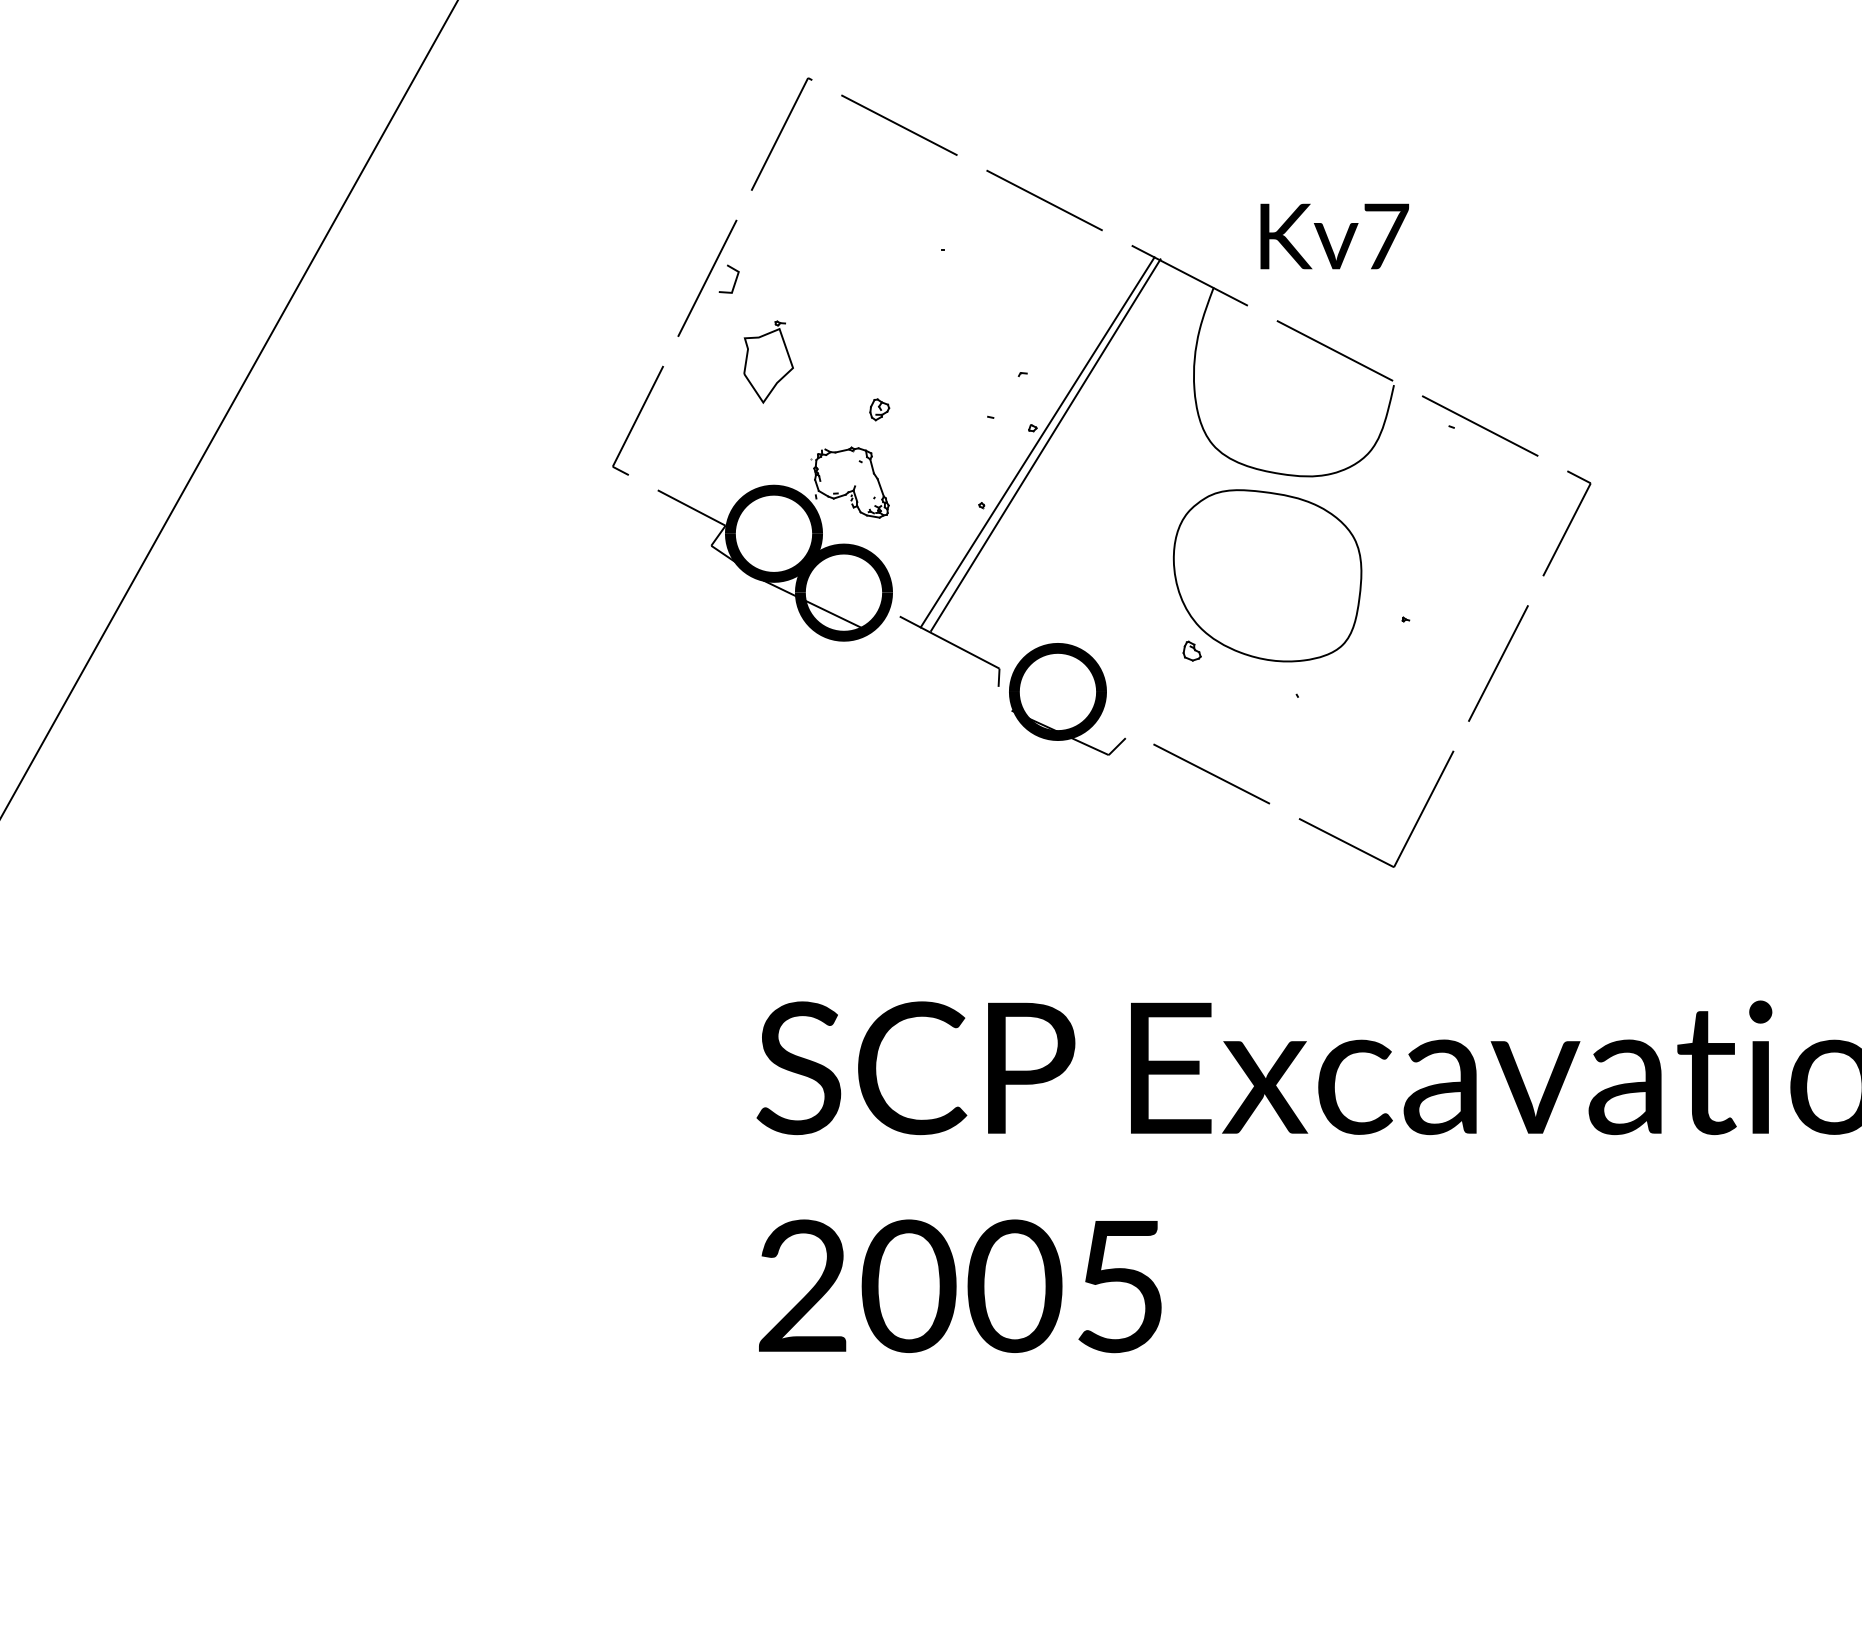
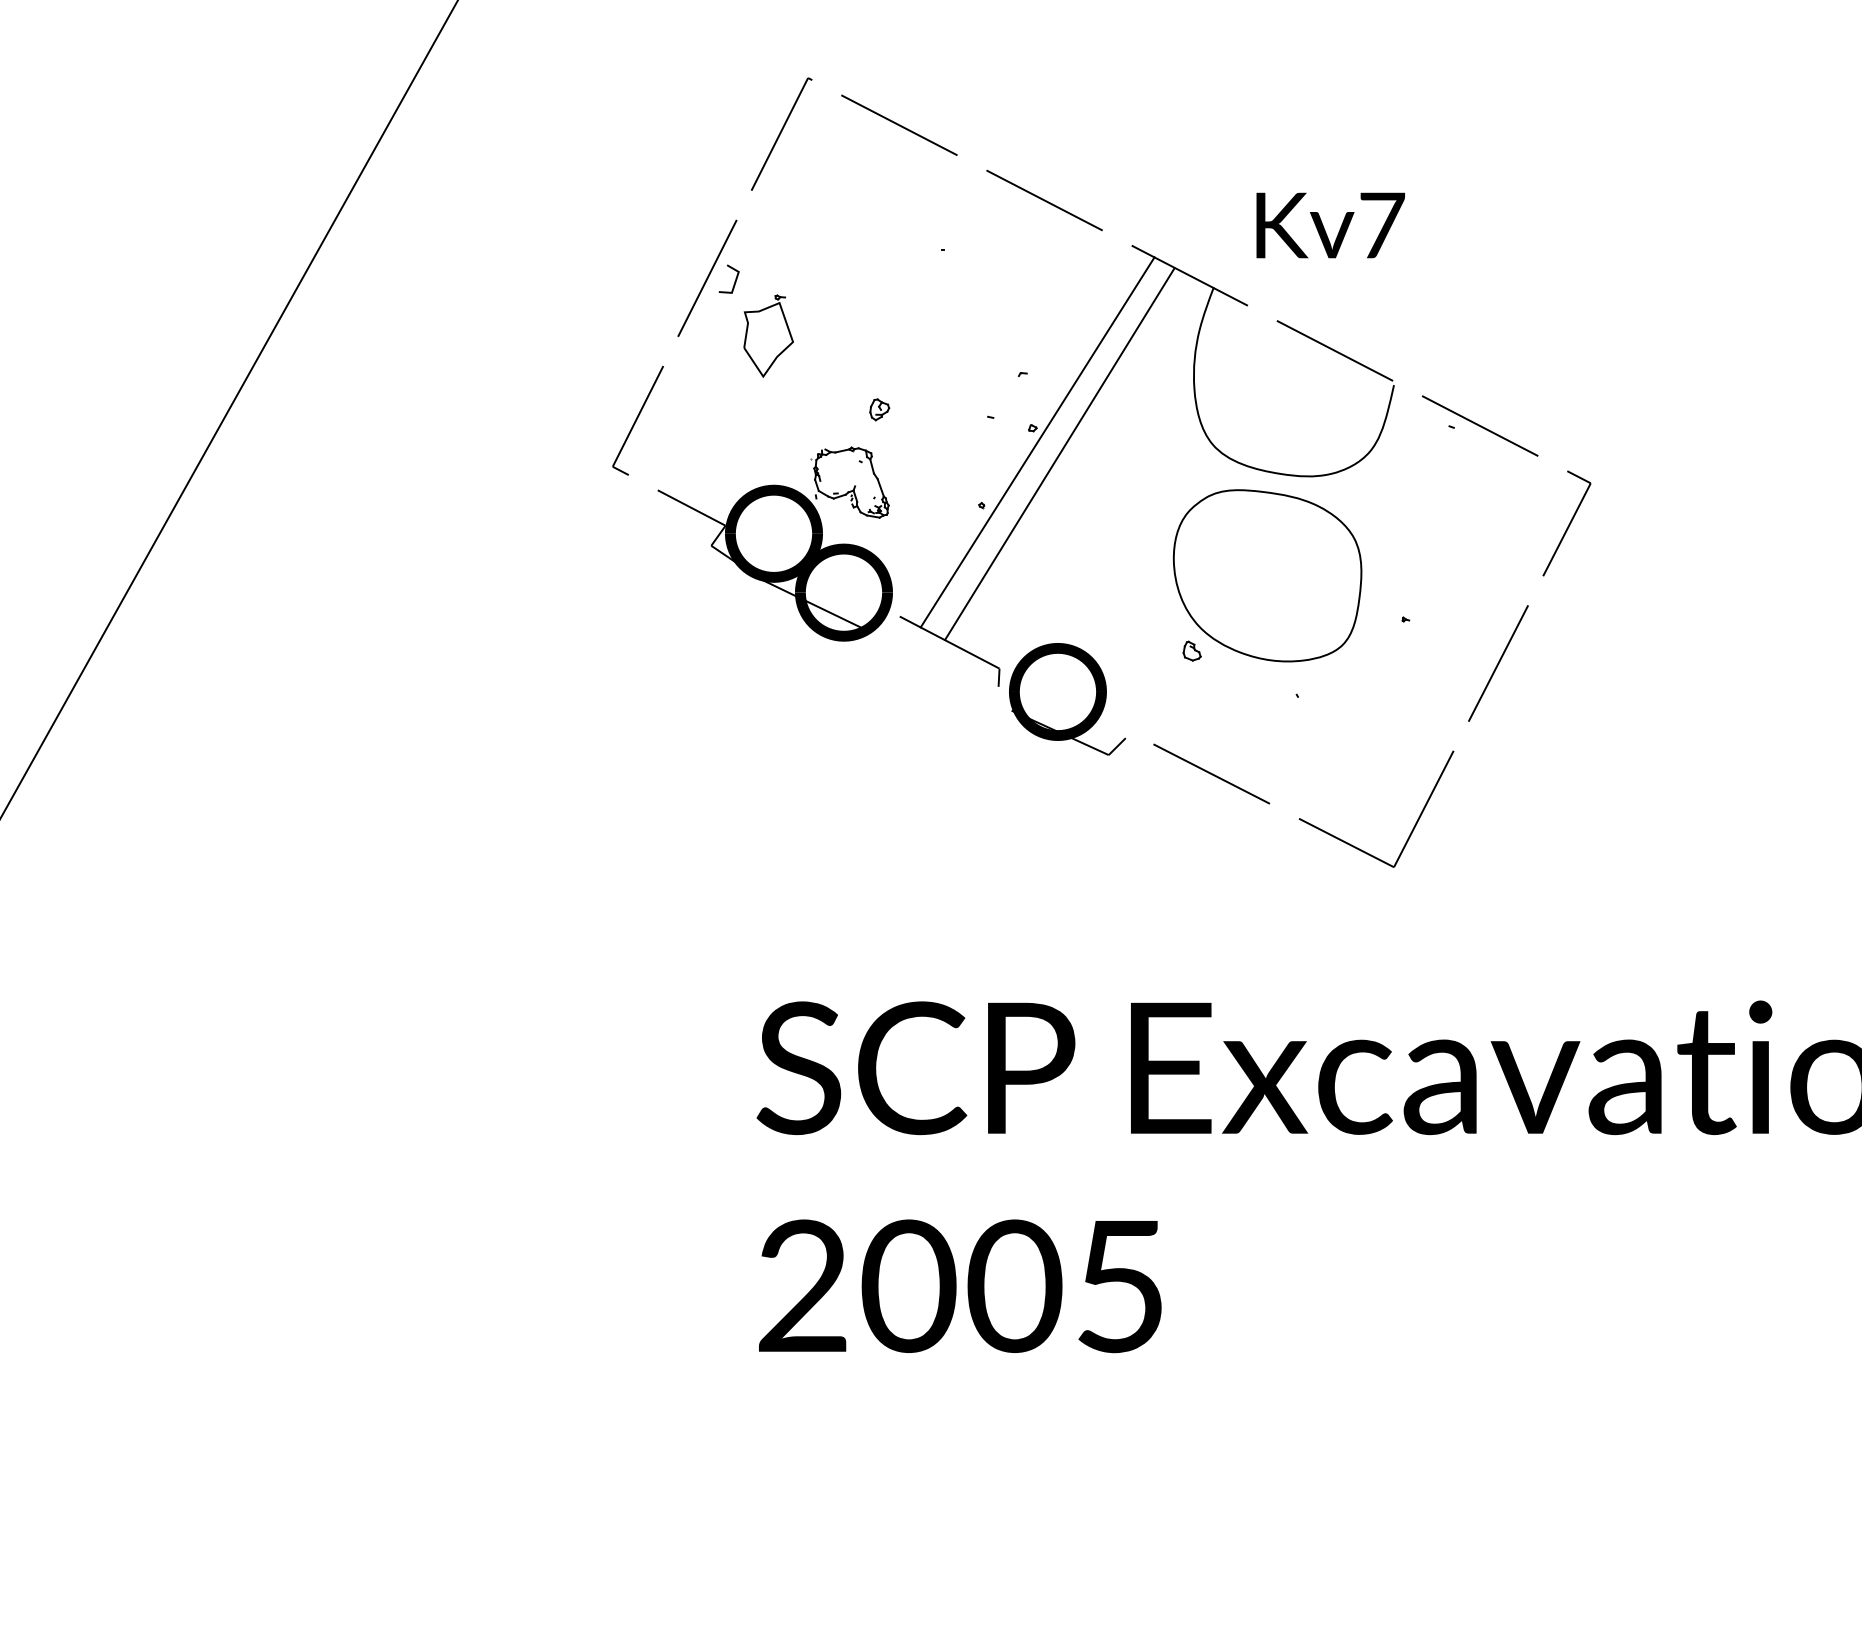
text at (1334, 236) position: (1334, 236) -> (1330, 225)
part at (768, 361) position: (768, 361) -> (768, 335)
line at (1045, 444) position: (1045, 444) -> (1059, 453)
